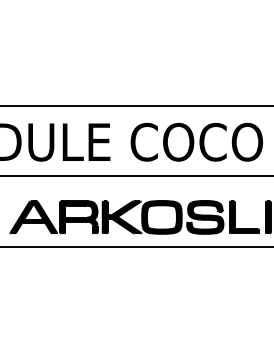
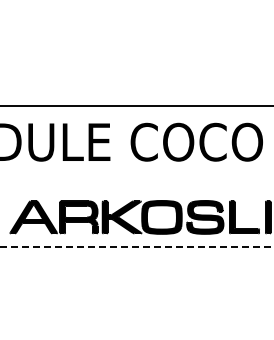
line at (136, 176): present -> none
line at (137, 246): solid -> dashed
